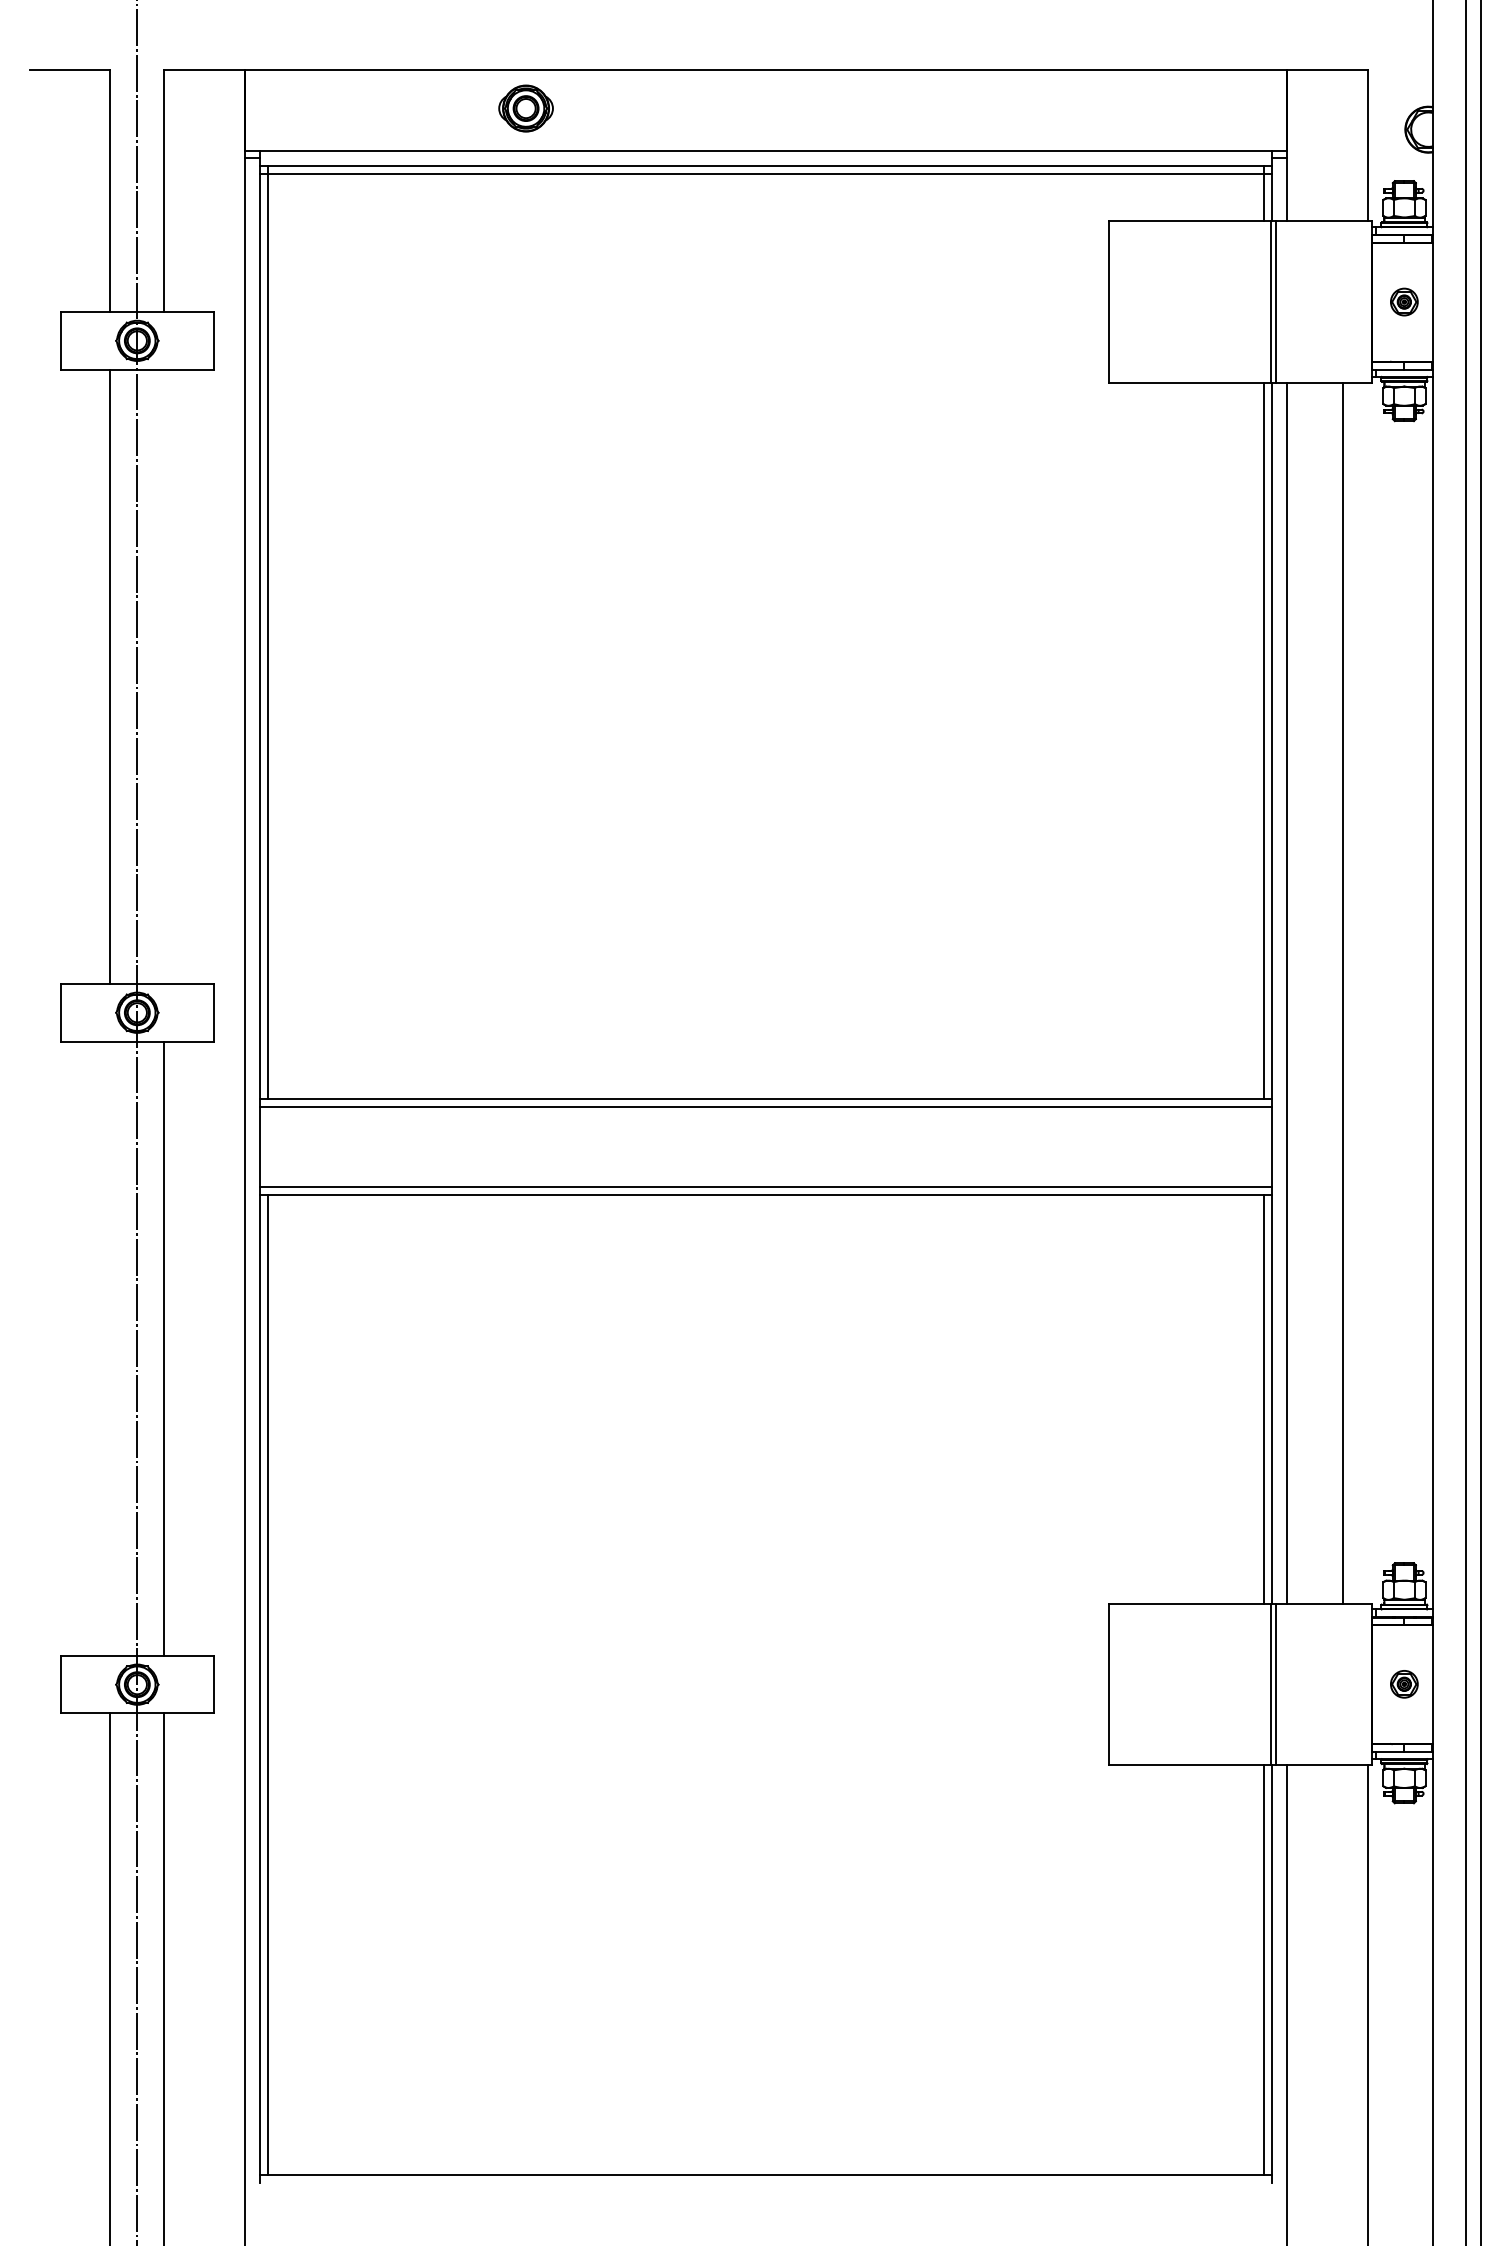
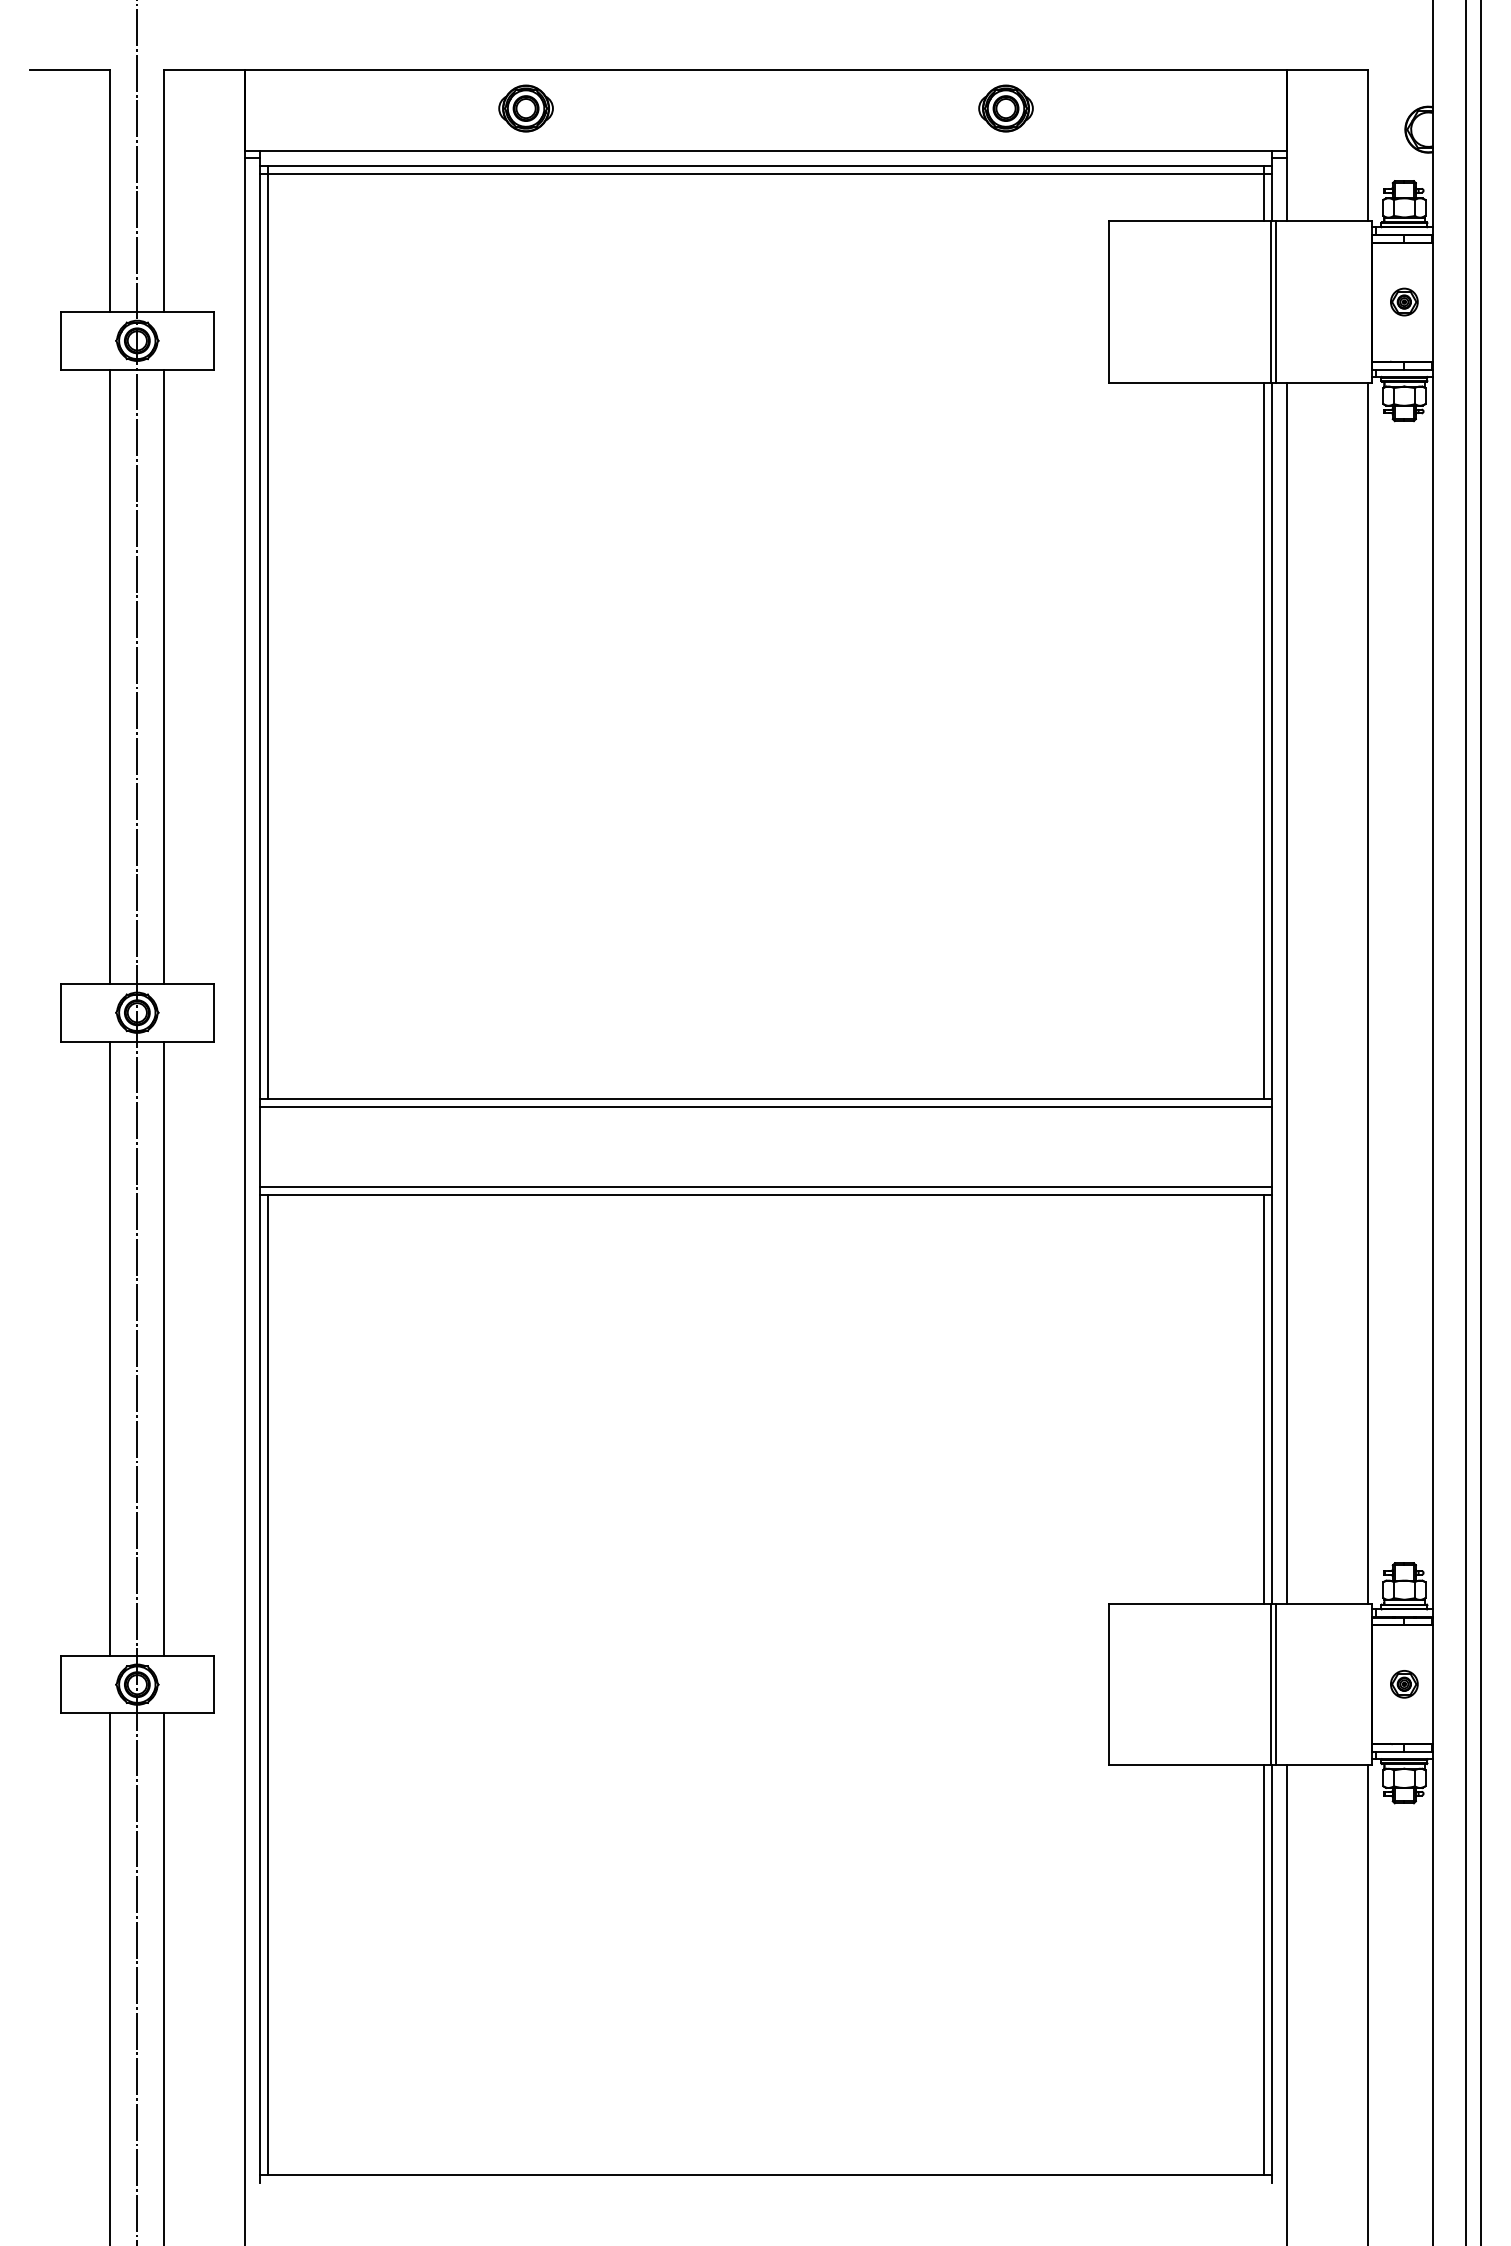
part at (1005, 108): none -> present
line at (164, 676): none -> present
line at (1342, 992) position: (1342, 992) -> (1367, 992)
line at (110, 1348): none -> present
